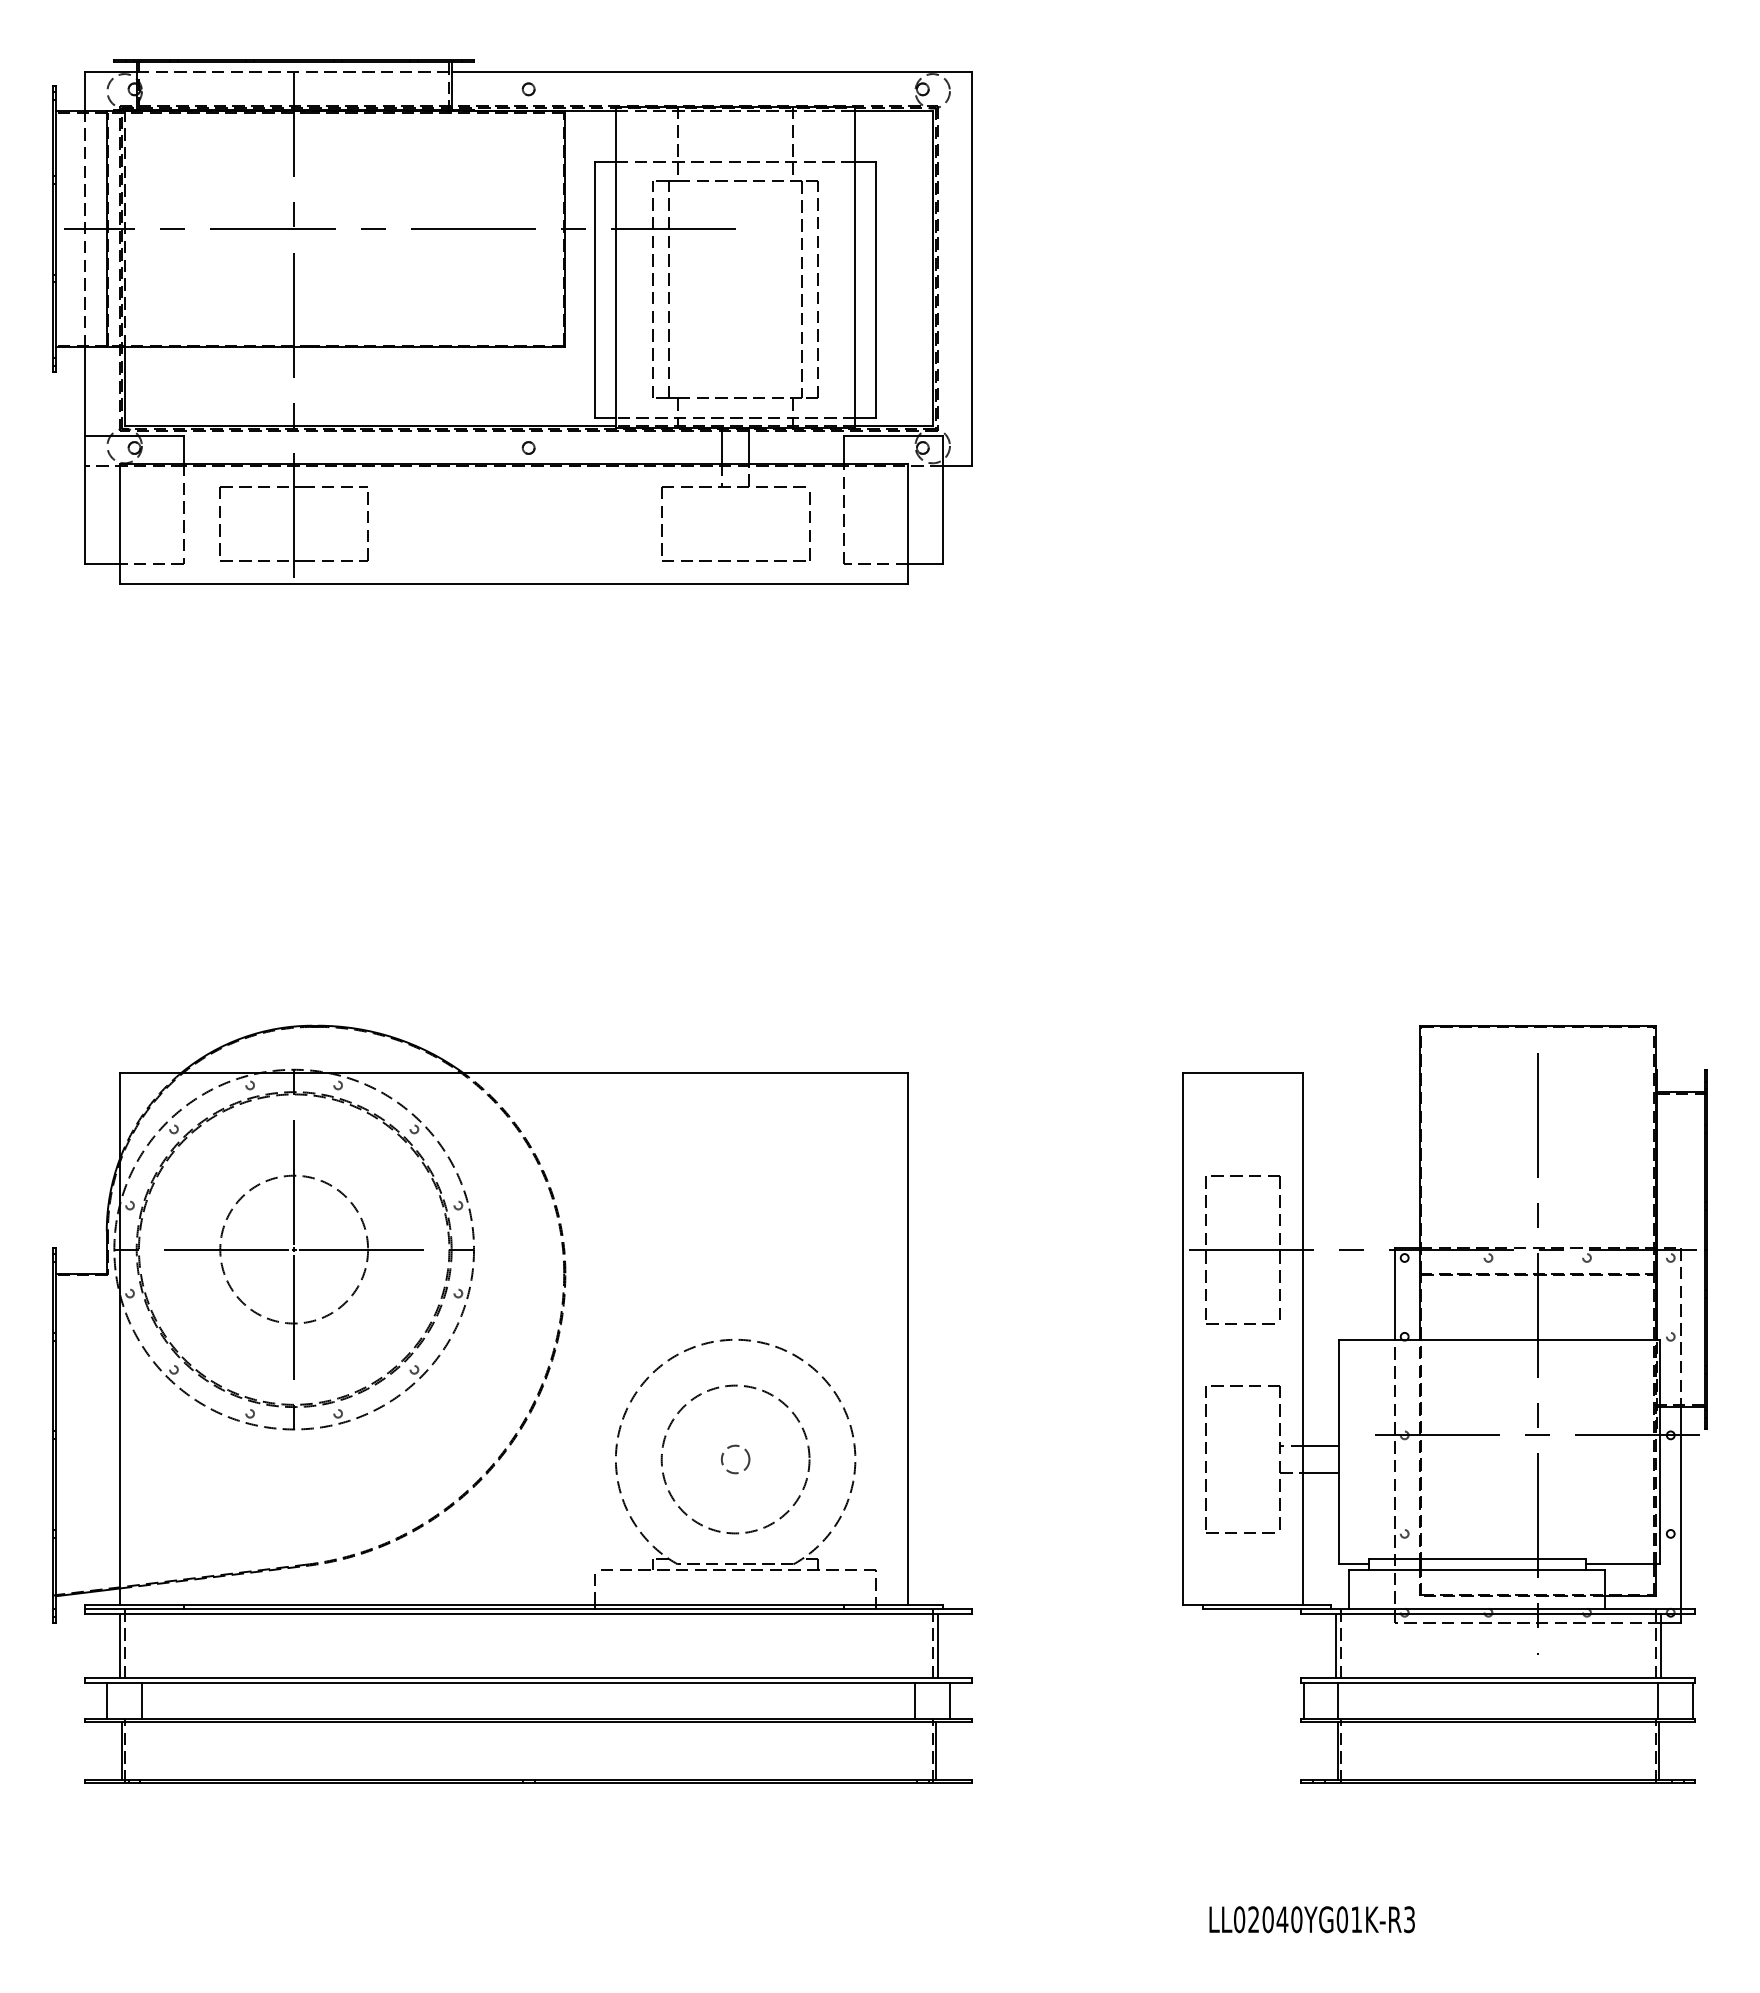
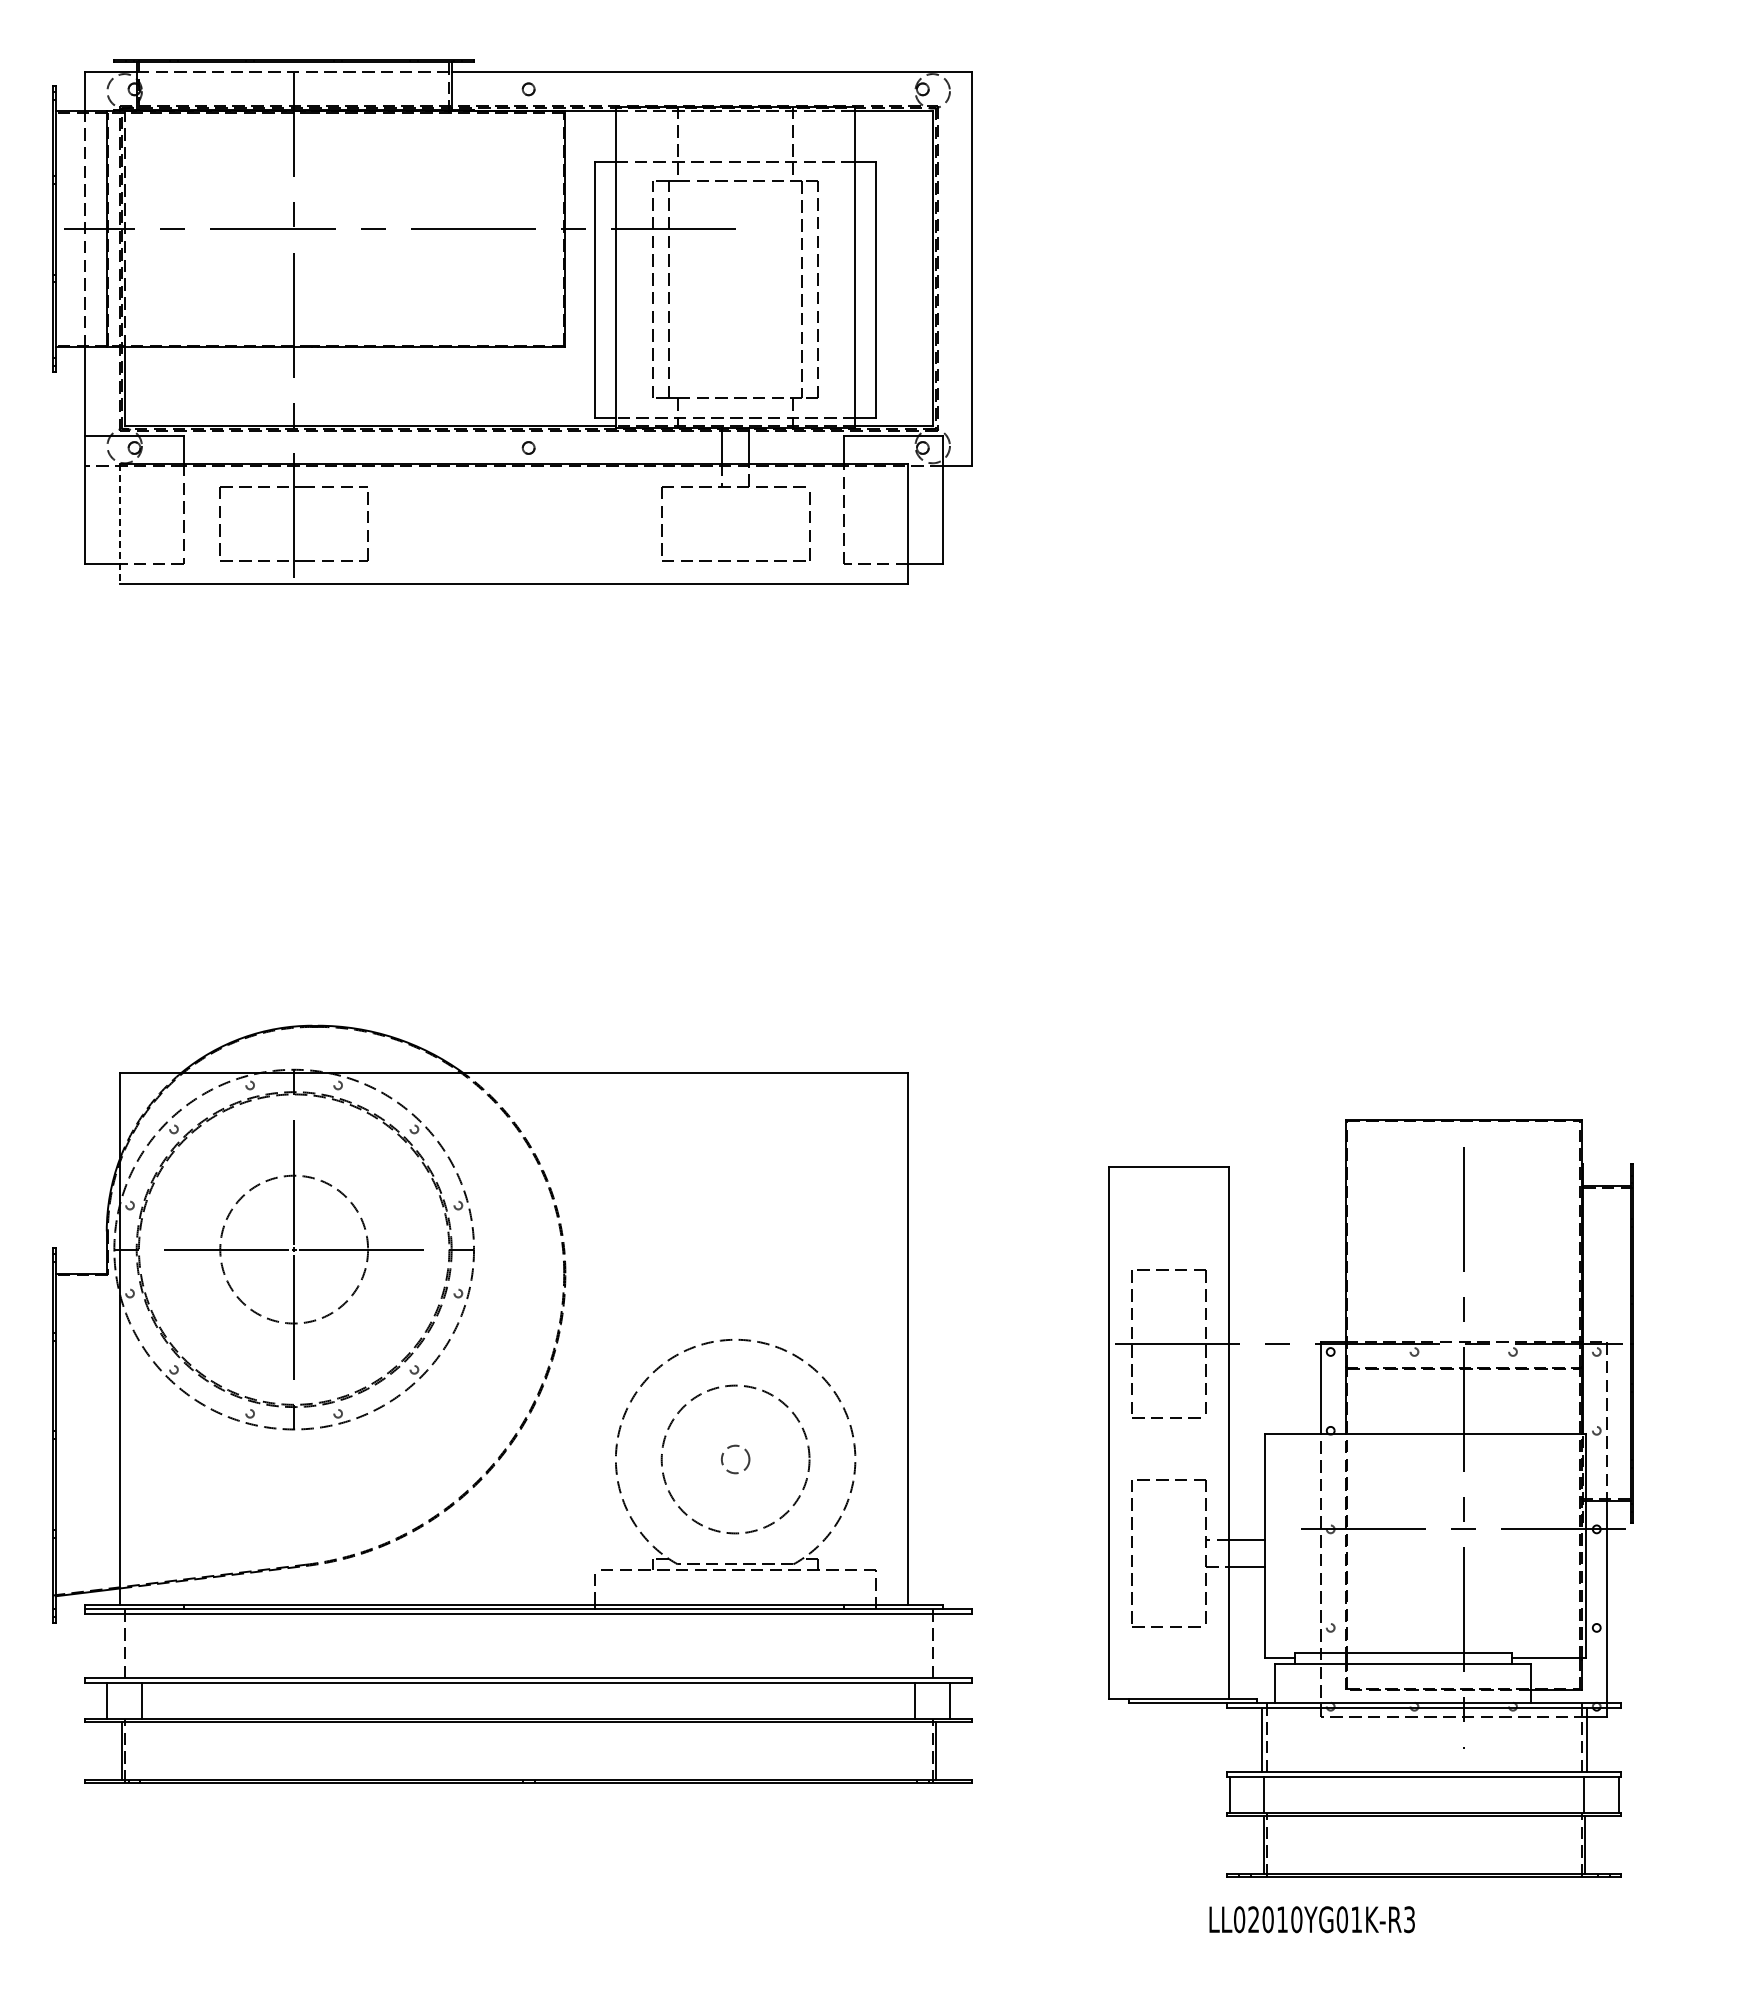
line at (119, 524): solid -> dashed
part at (1444, 1404) position: (1444, 1404) -> (1370, 1498)
line at (119, 1646): present -> none
line at (937, 1646): present -> none
text at (1282, 1919): LL02040YG01K-R3 -> LL02010YG01K-R3
